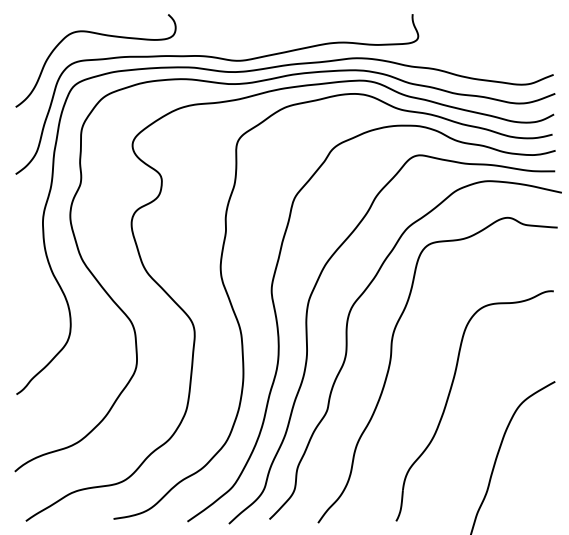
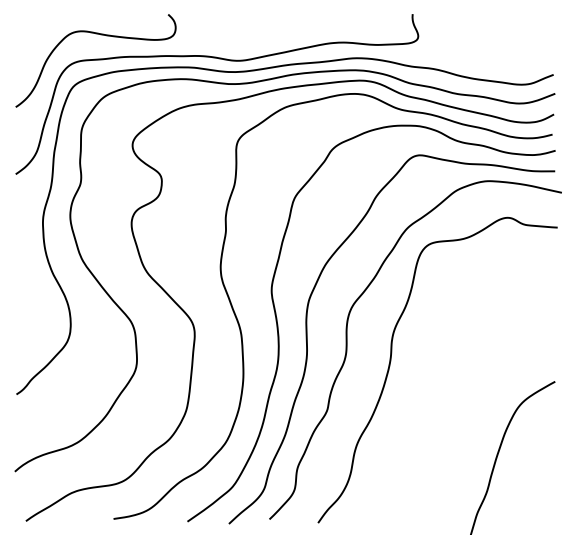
part at (449, 397): present -> none
